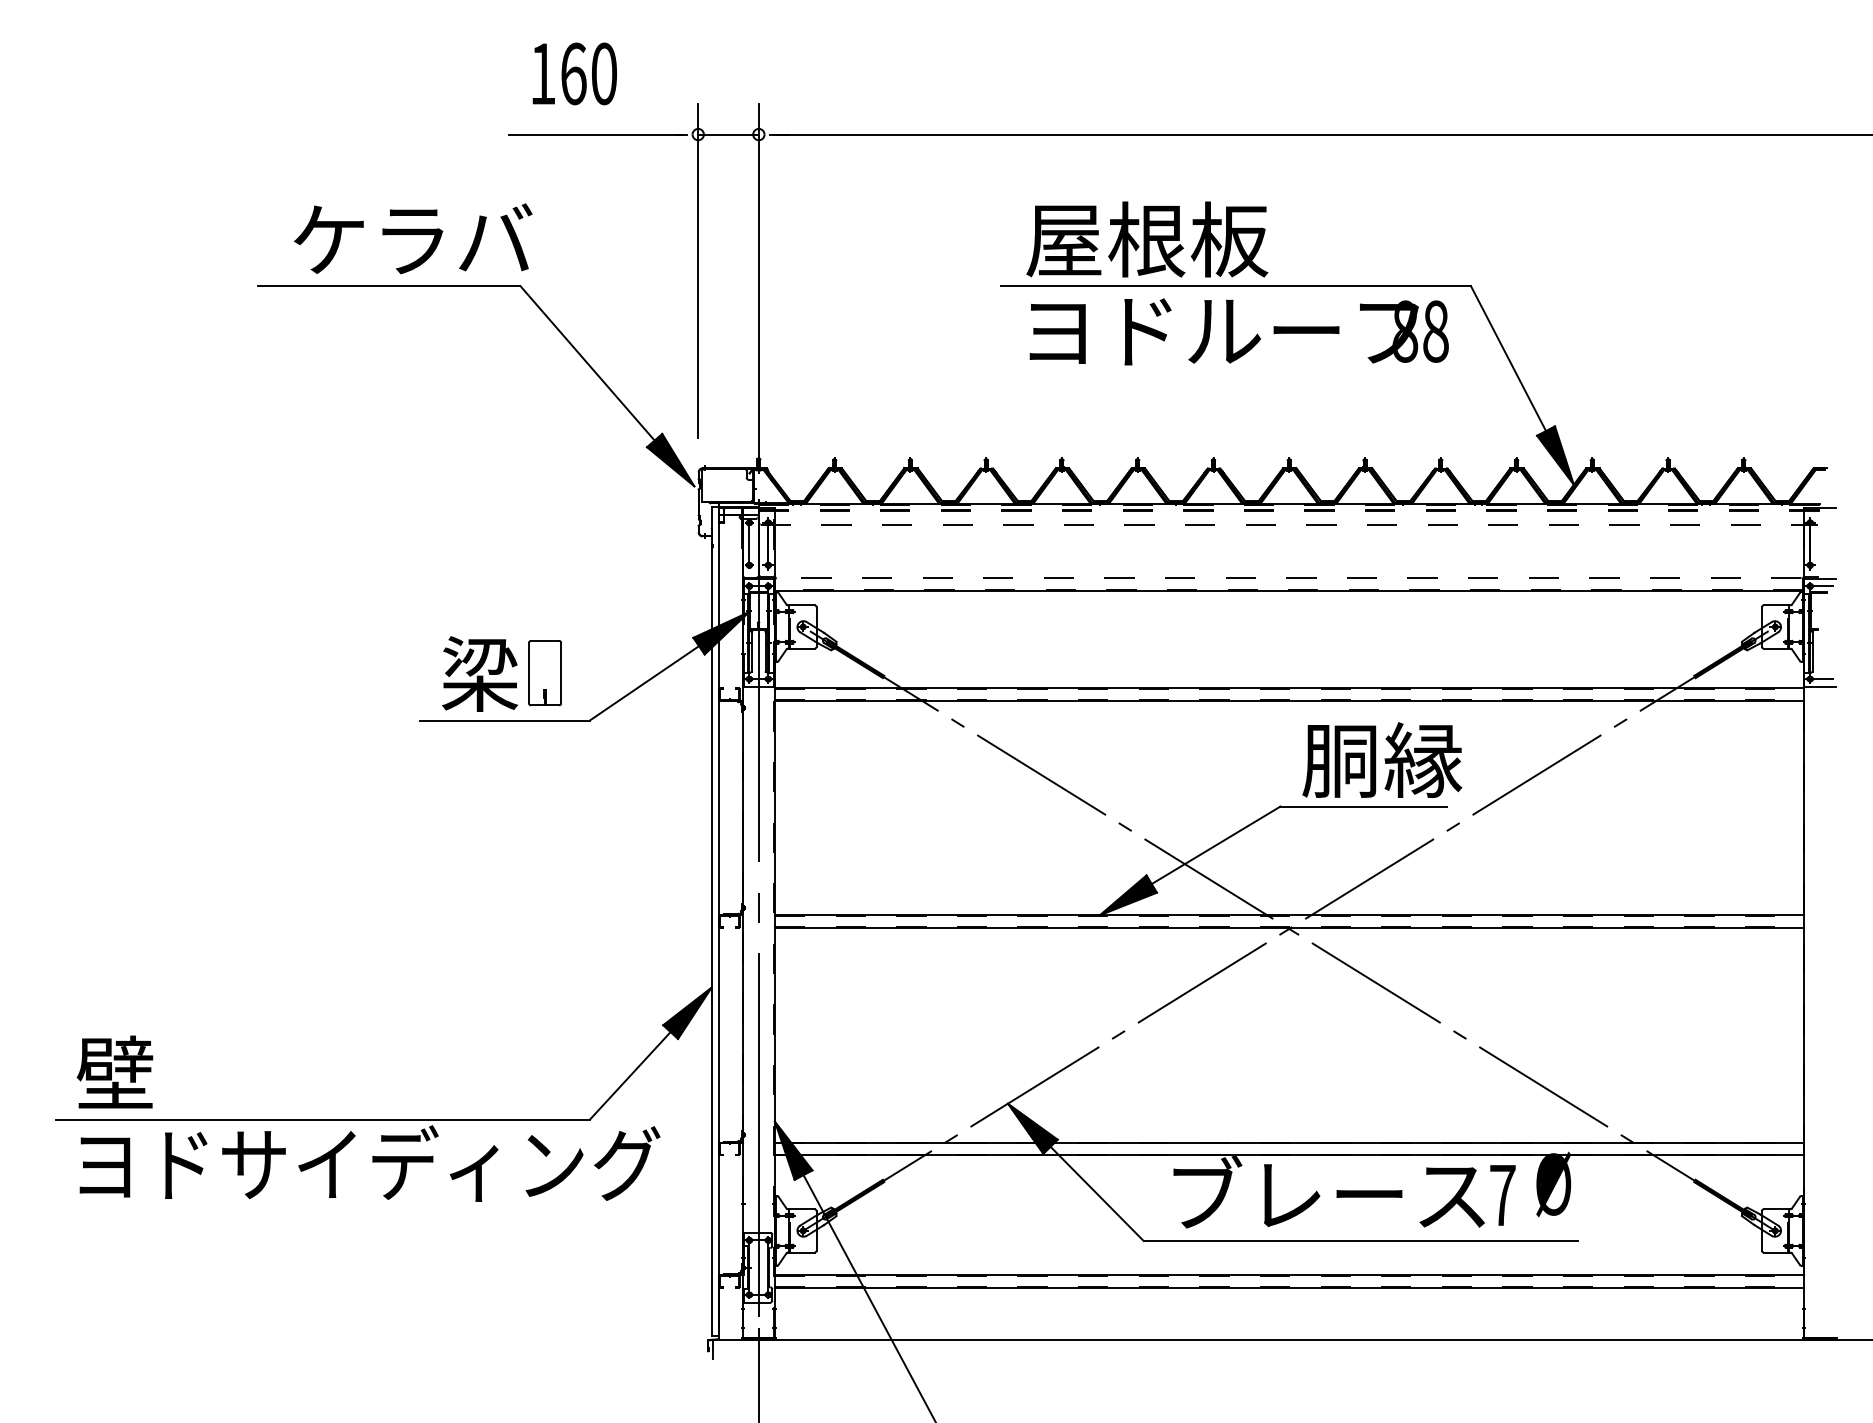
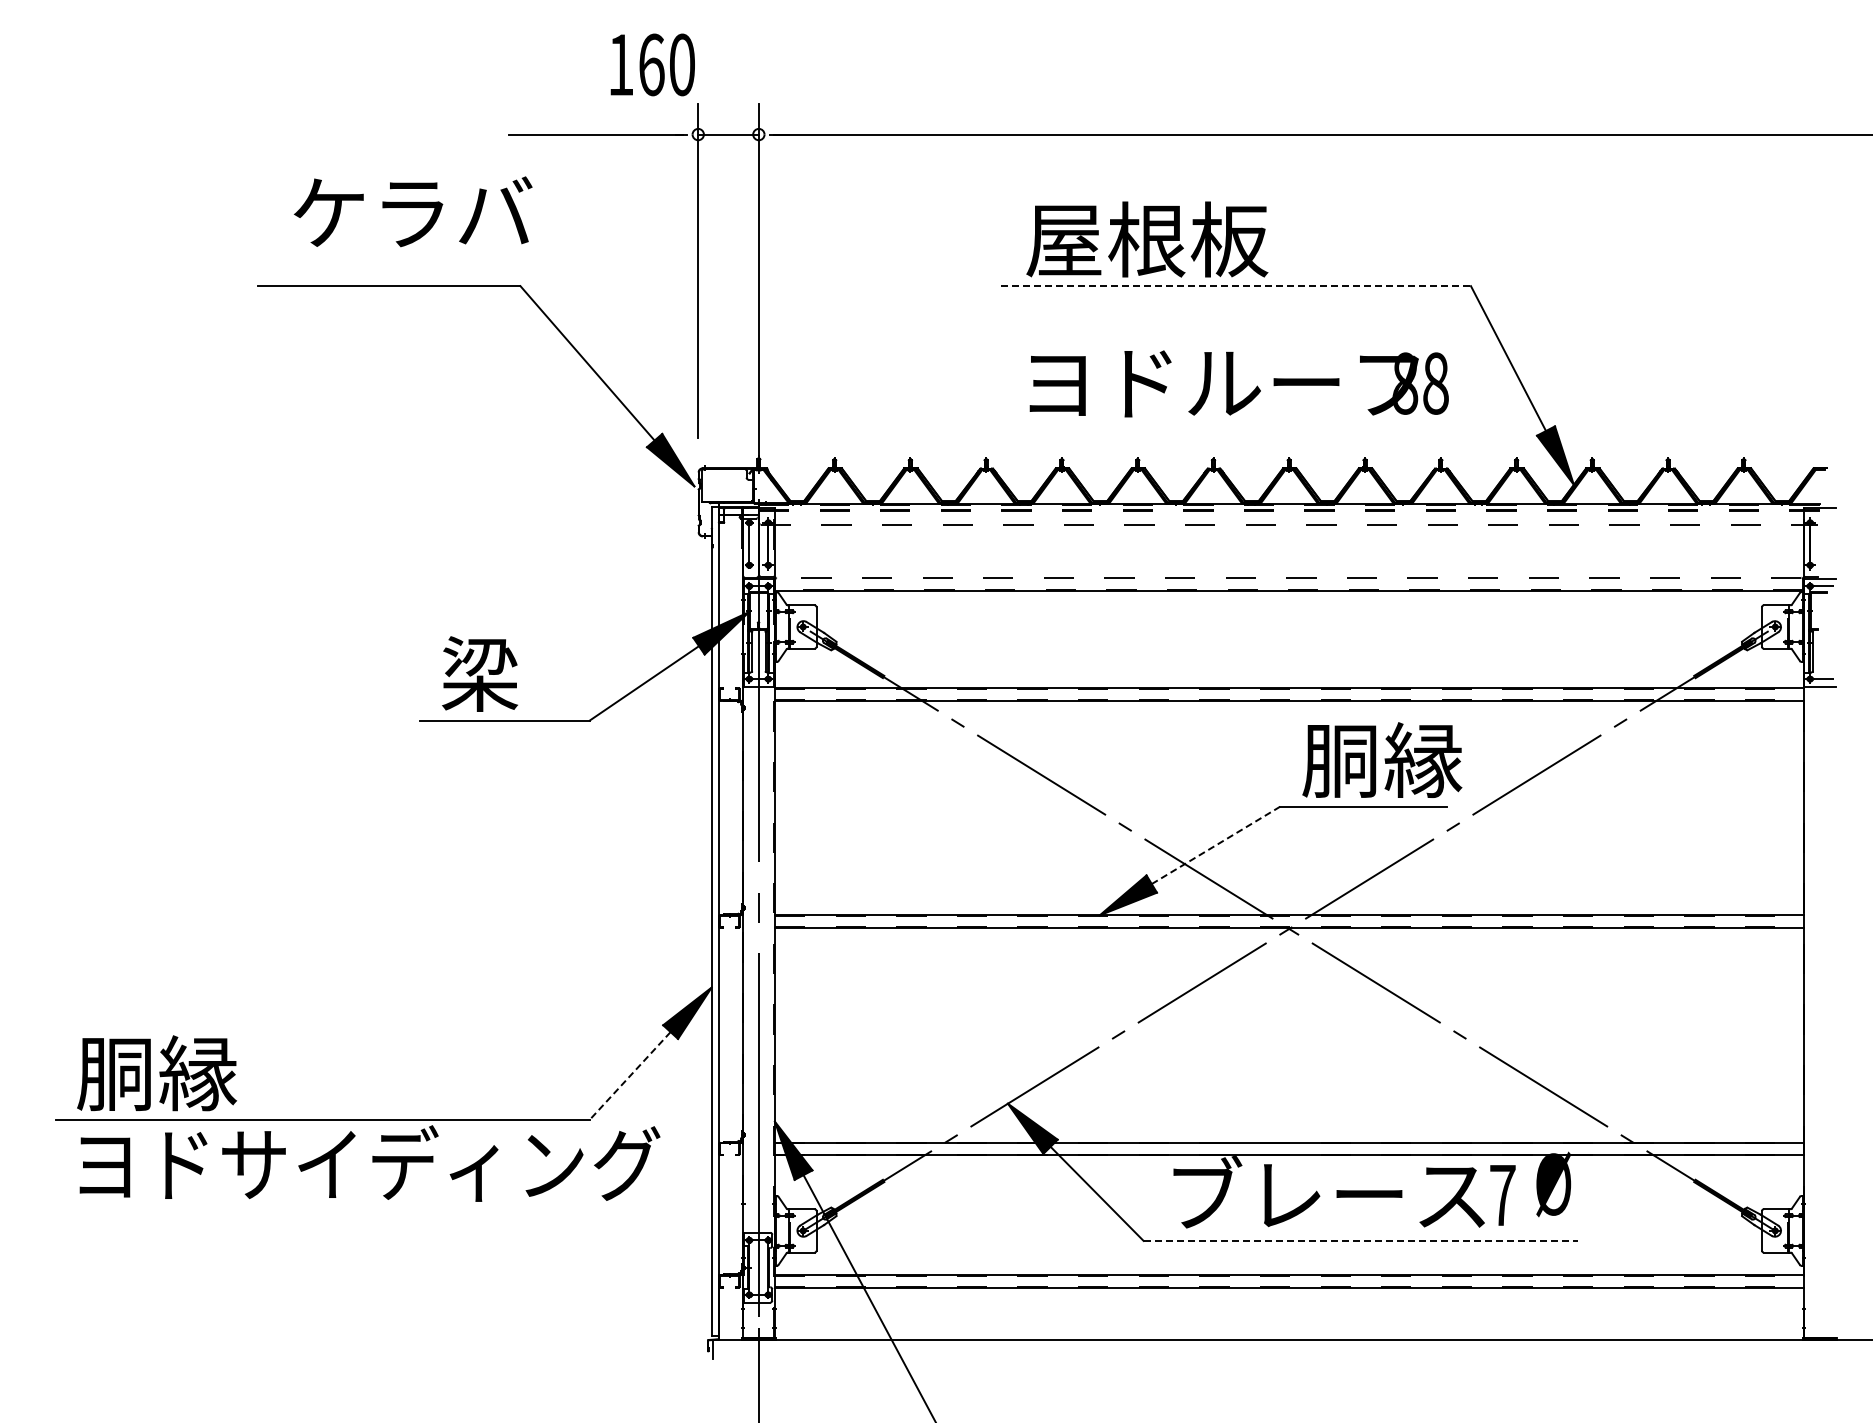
text at (574, 73) position: (574, 73) -> (652, 64)
text at (413, 238) position: (413, 238) -> (413, 211)
line at (1236, 286): solid -> dashed
text at (1238, 331) position: (1238, 331) -> (1238, 383)
part at (544, 673): present -> none
line at (1216, 845): solid -> dashed
text at (156, 1073): 壁 -> 胴縁
line at (630, 1075): solid -> dashed
line at (1361, 1240): solid -> dashed
